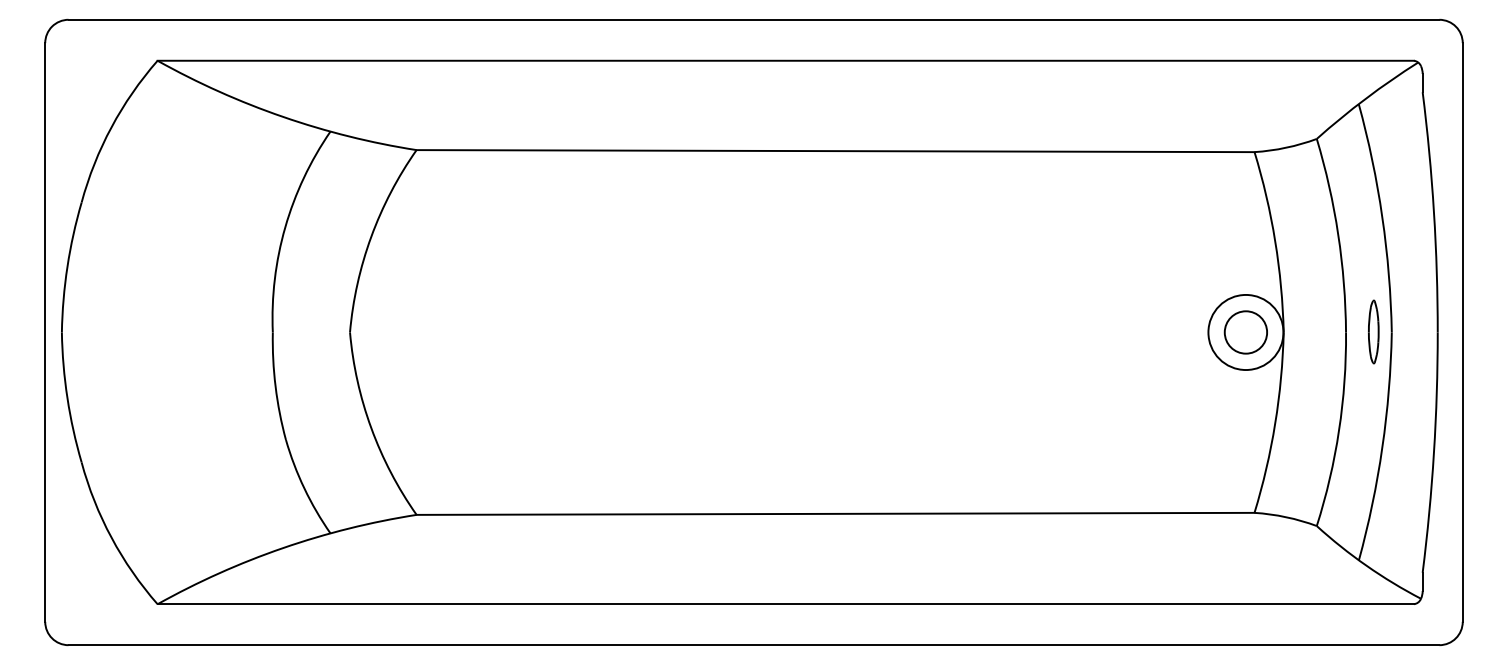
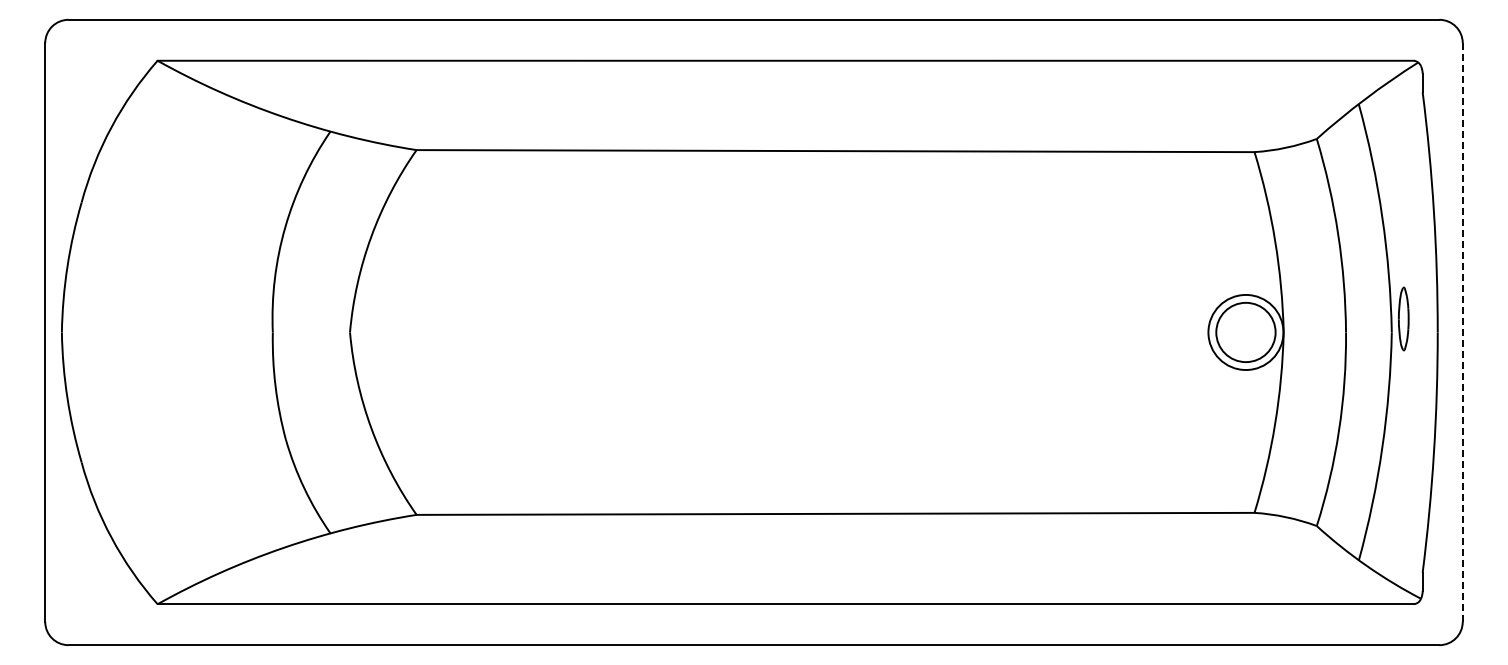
part at (1373, 331) position: (1373, 331) -> (1403, 318)
circle at (1245, 332) diameter: 42 px -> 59 px
line at (1462, 332): solid -> dashed
